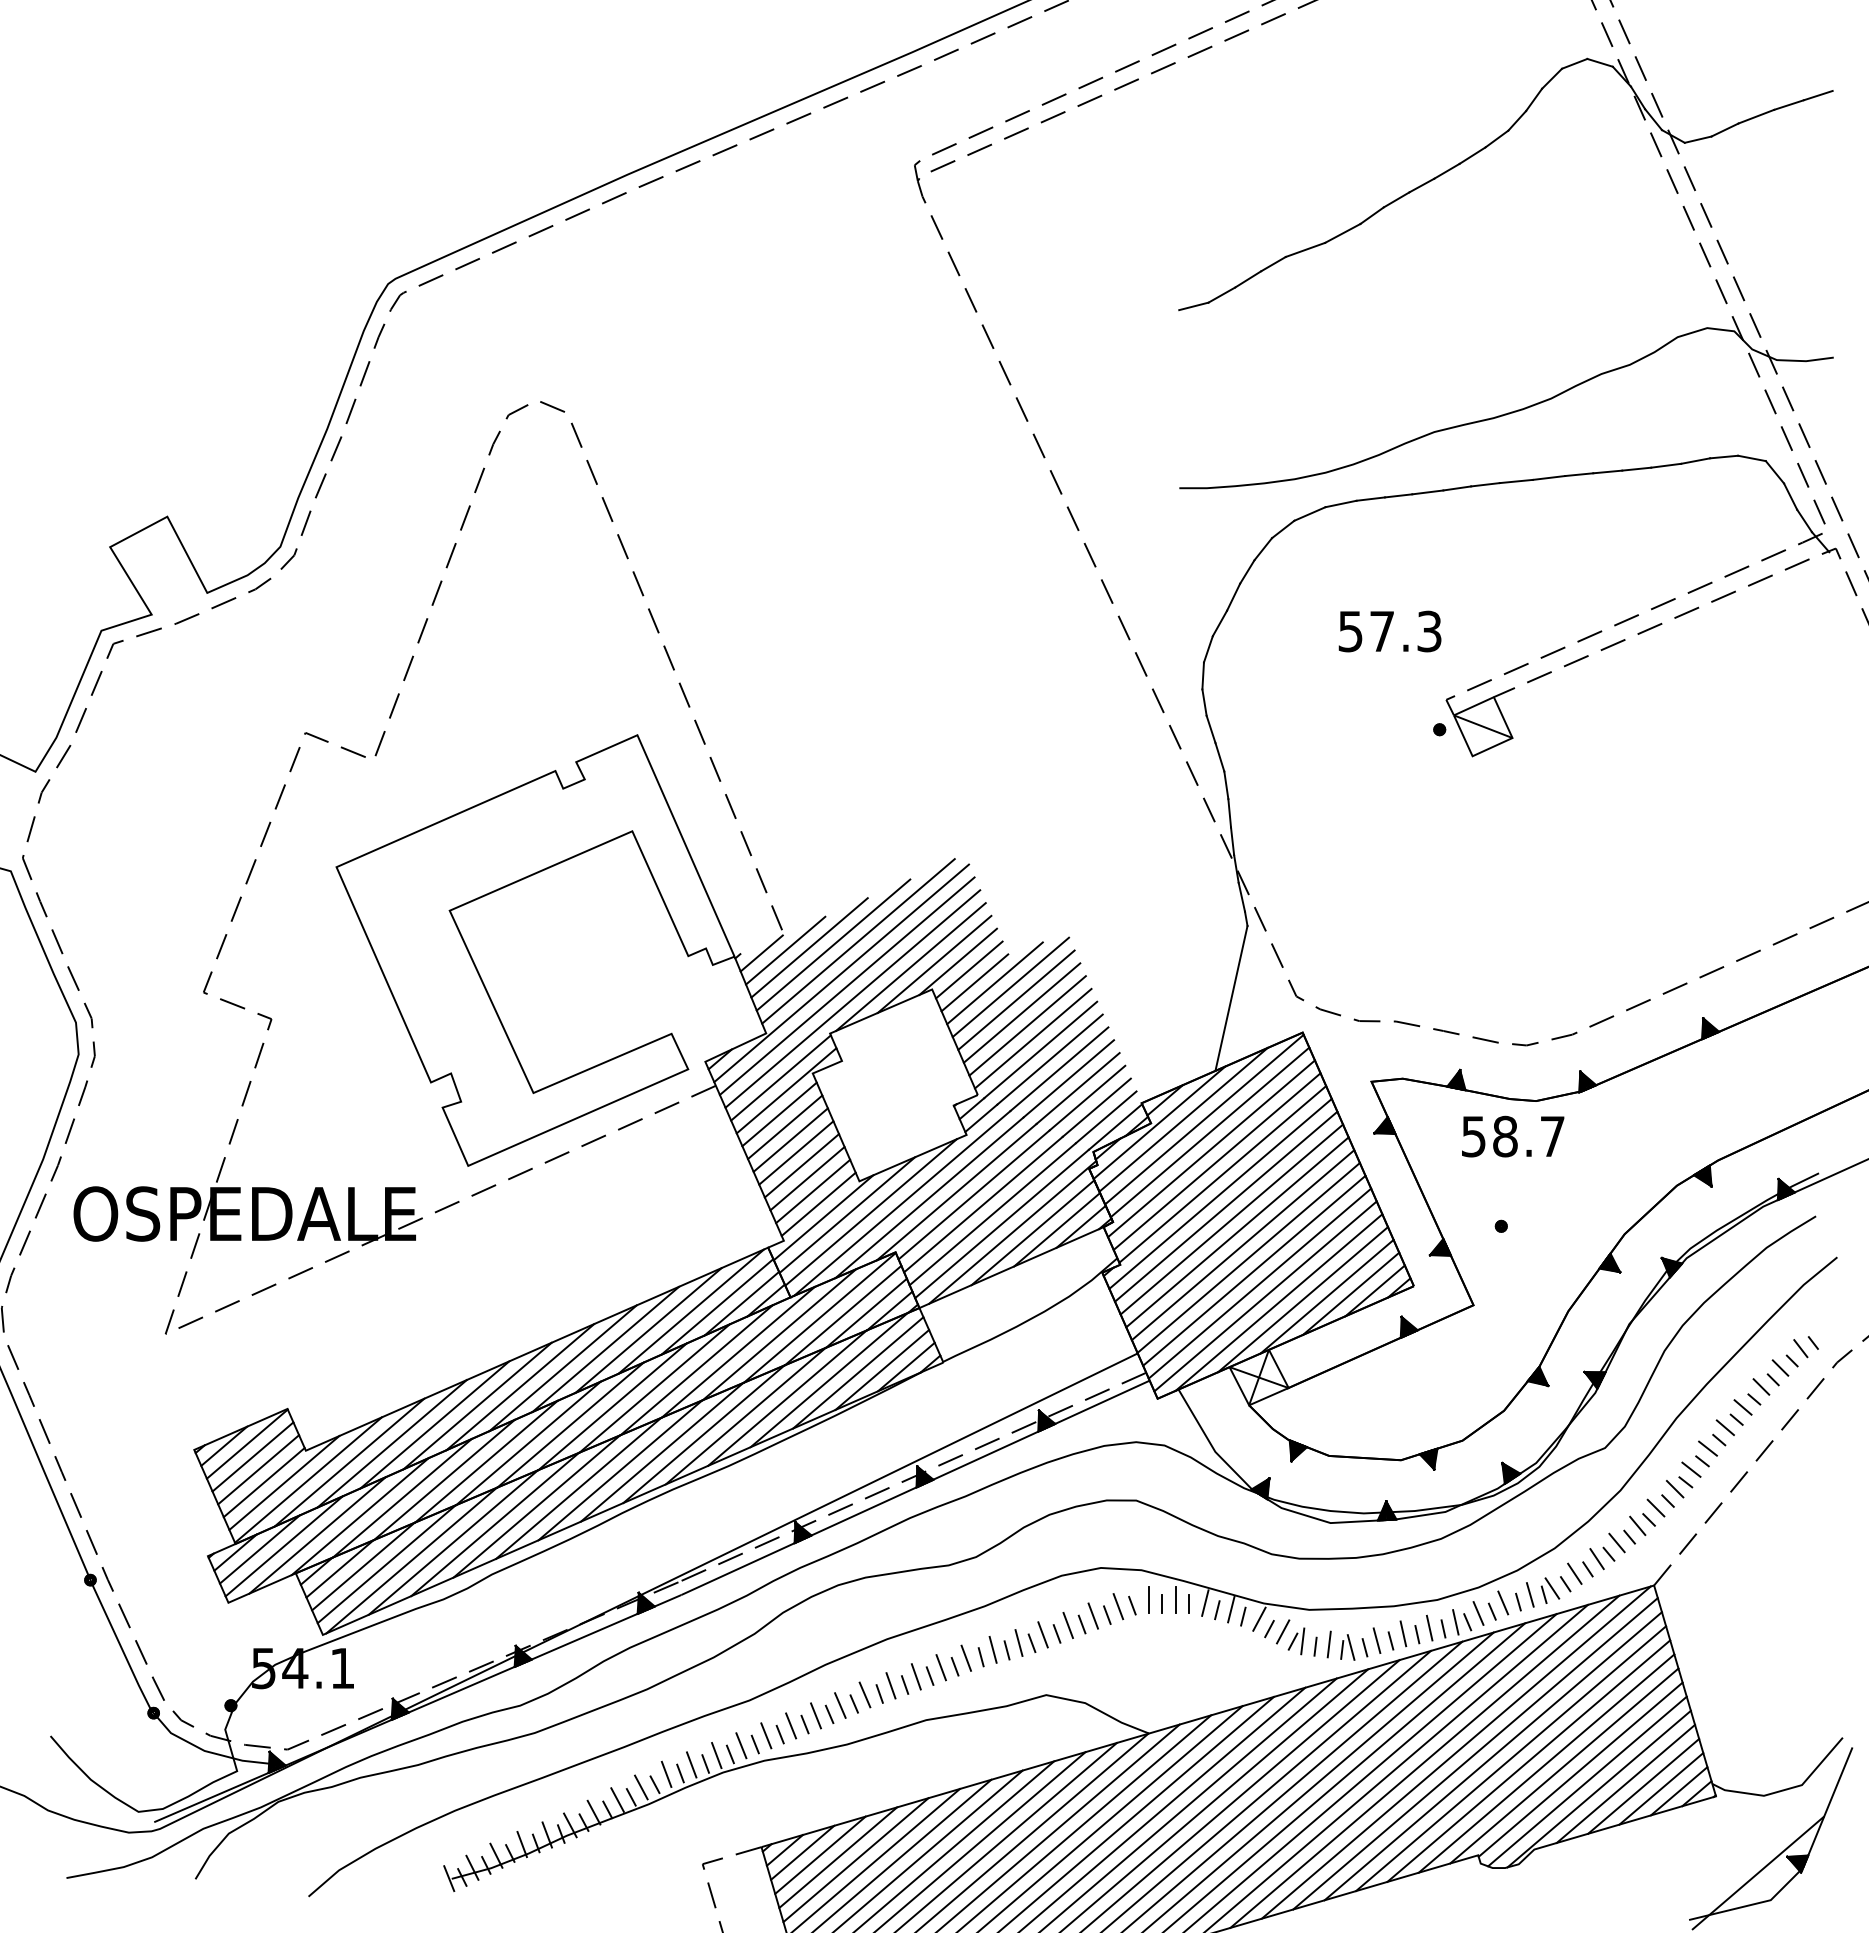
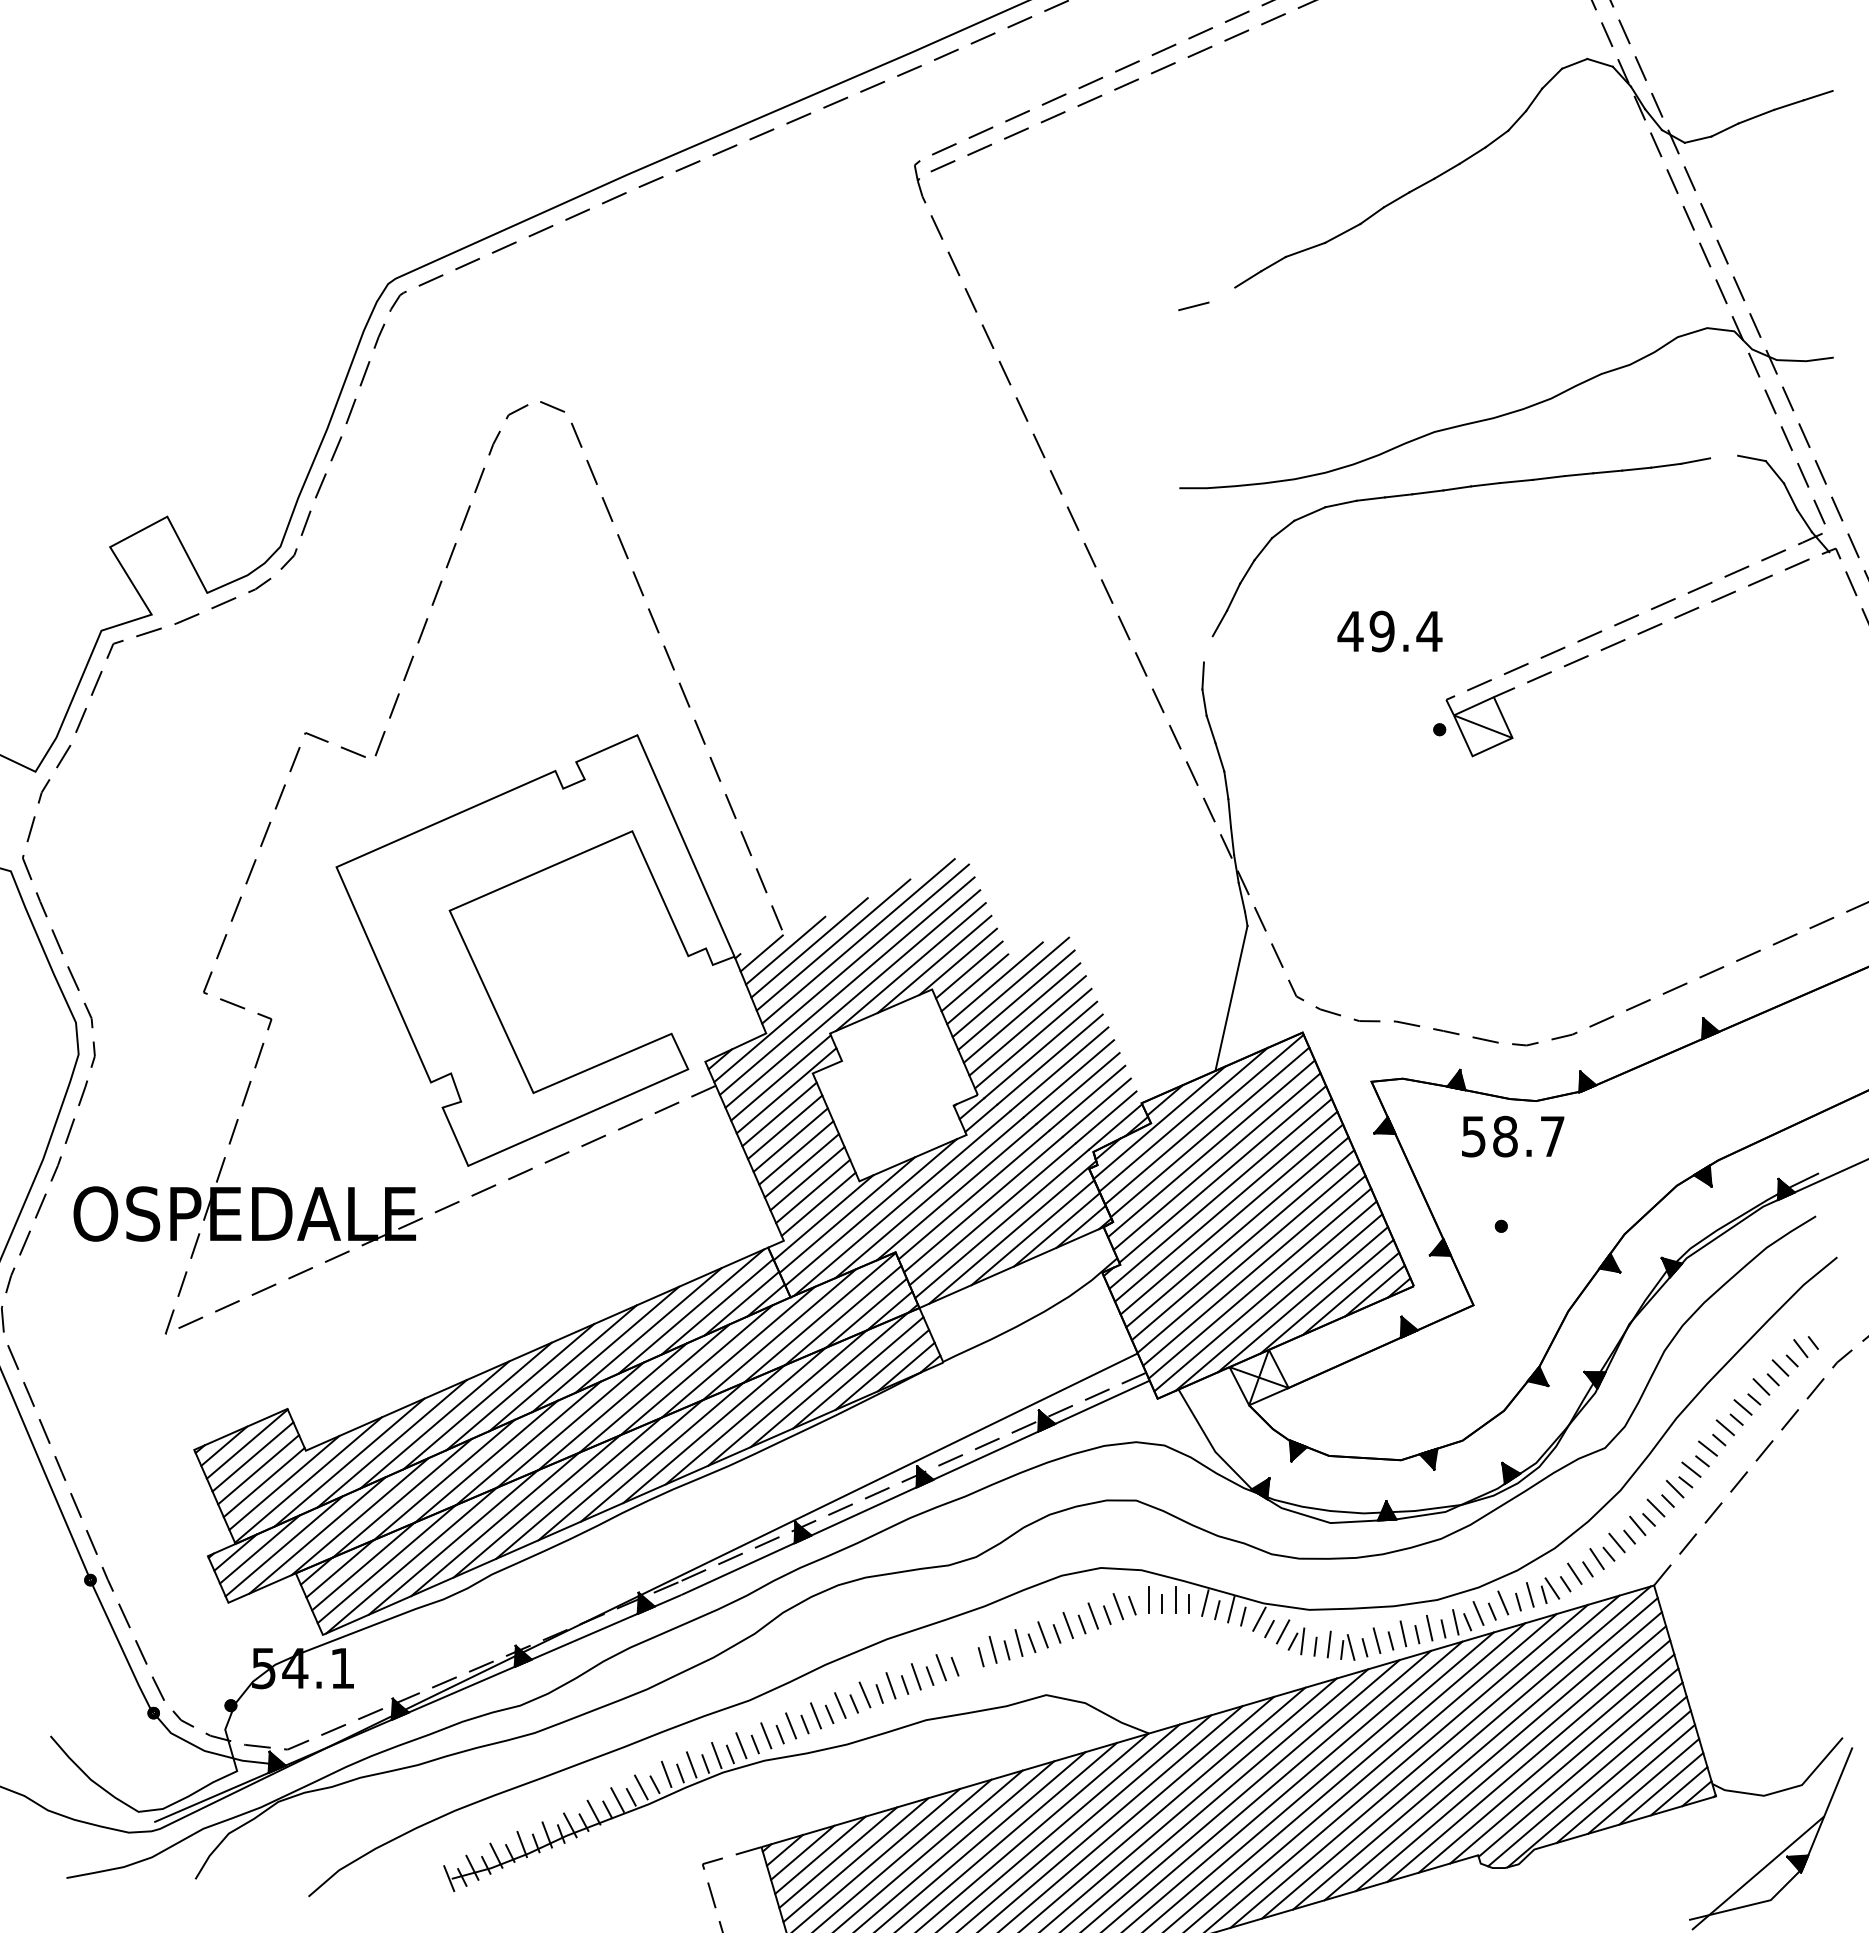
line at (1221, 294): present -> none
line at (1724, 456): present -> none
text at (1389, 631): 57.3 -> 49.4
line at (1207, 649): present -> none
line at (965, 1657): present -> none
